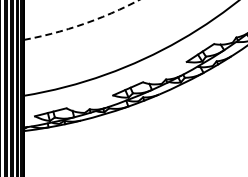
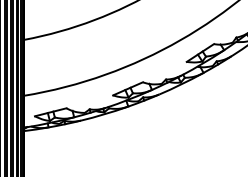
arc at (82, 24): dashed -> solid
